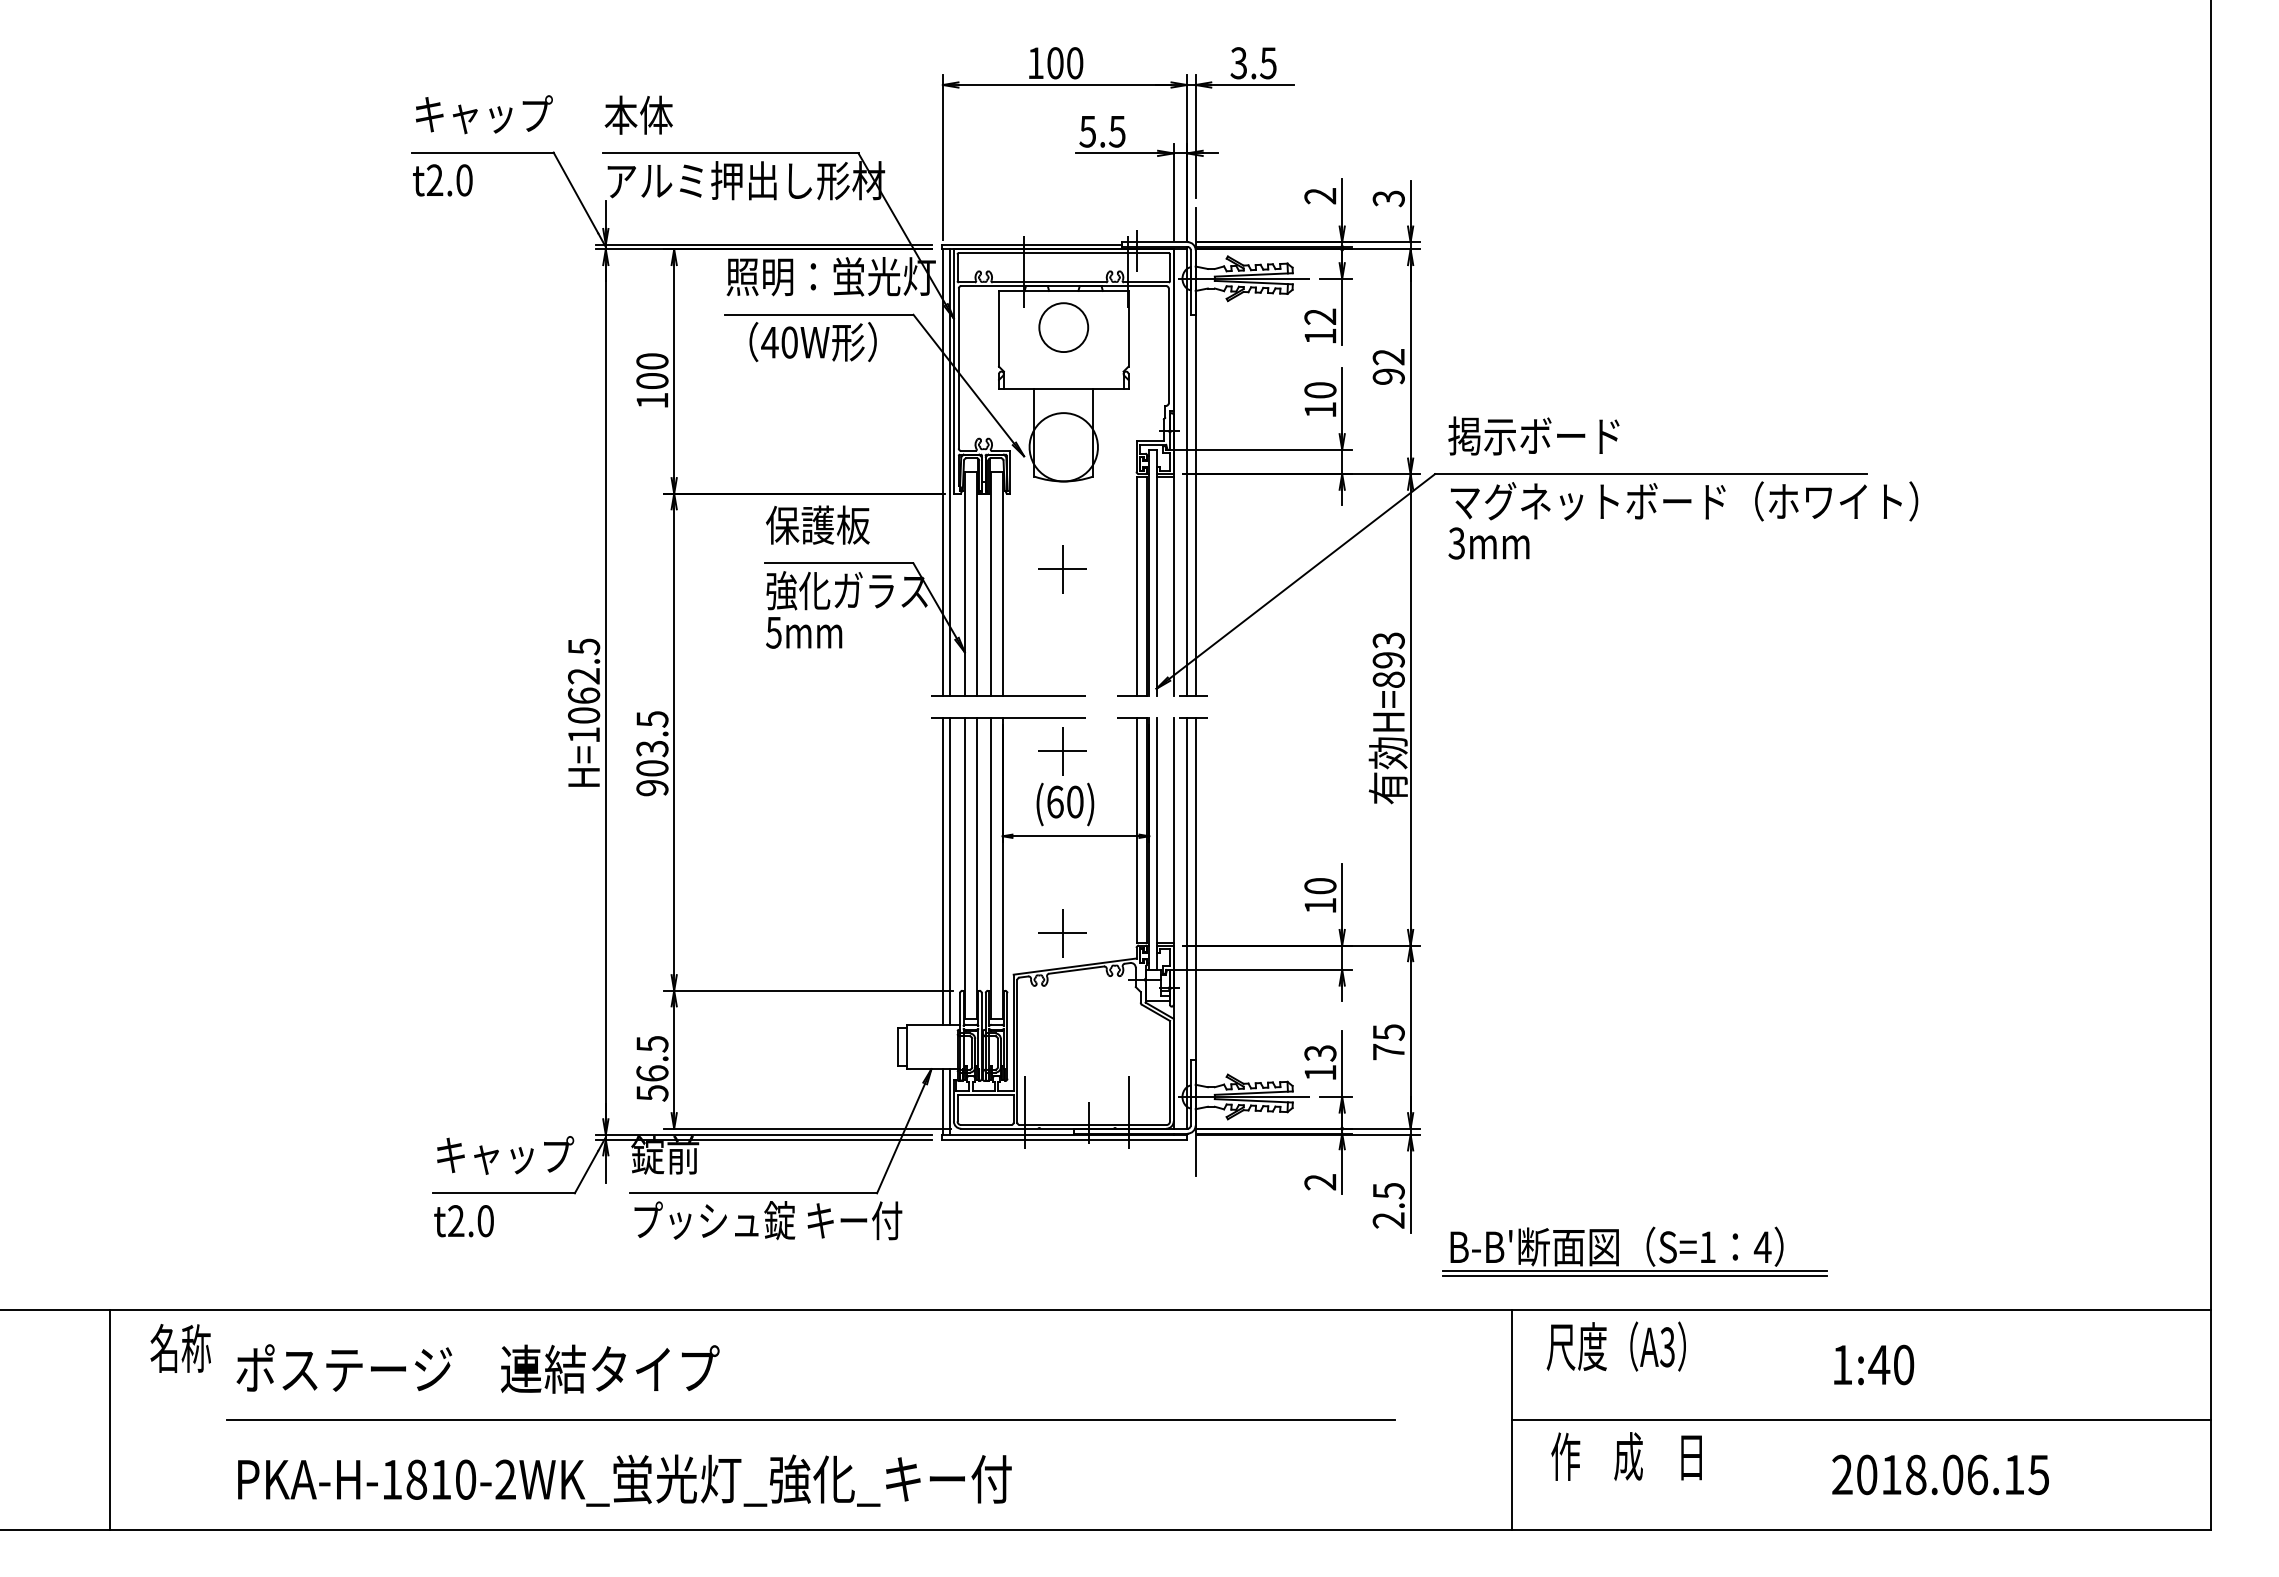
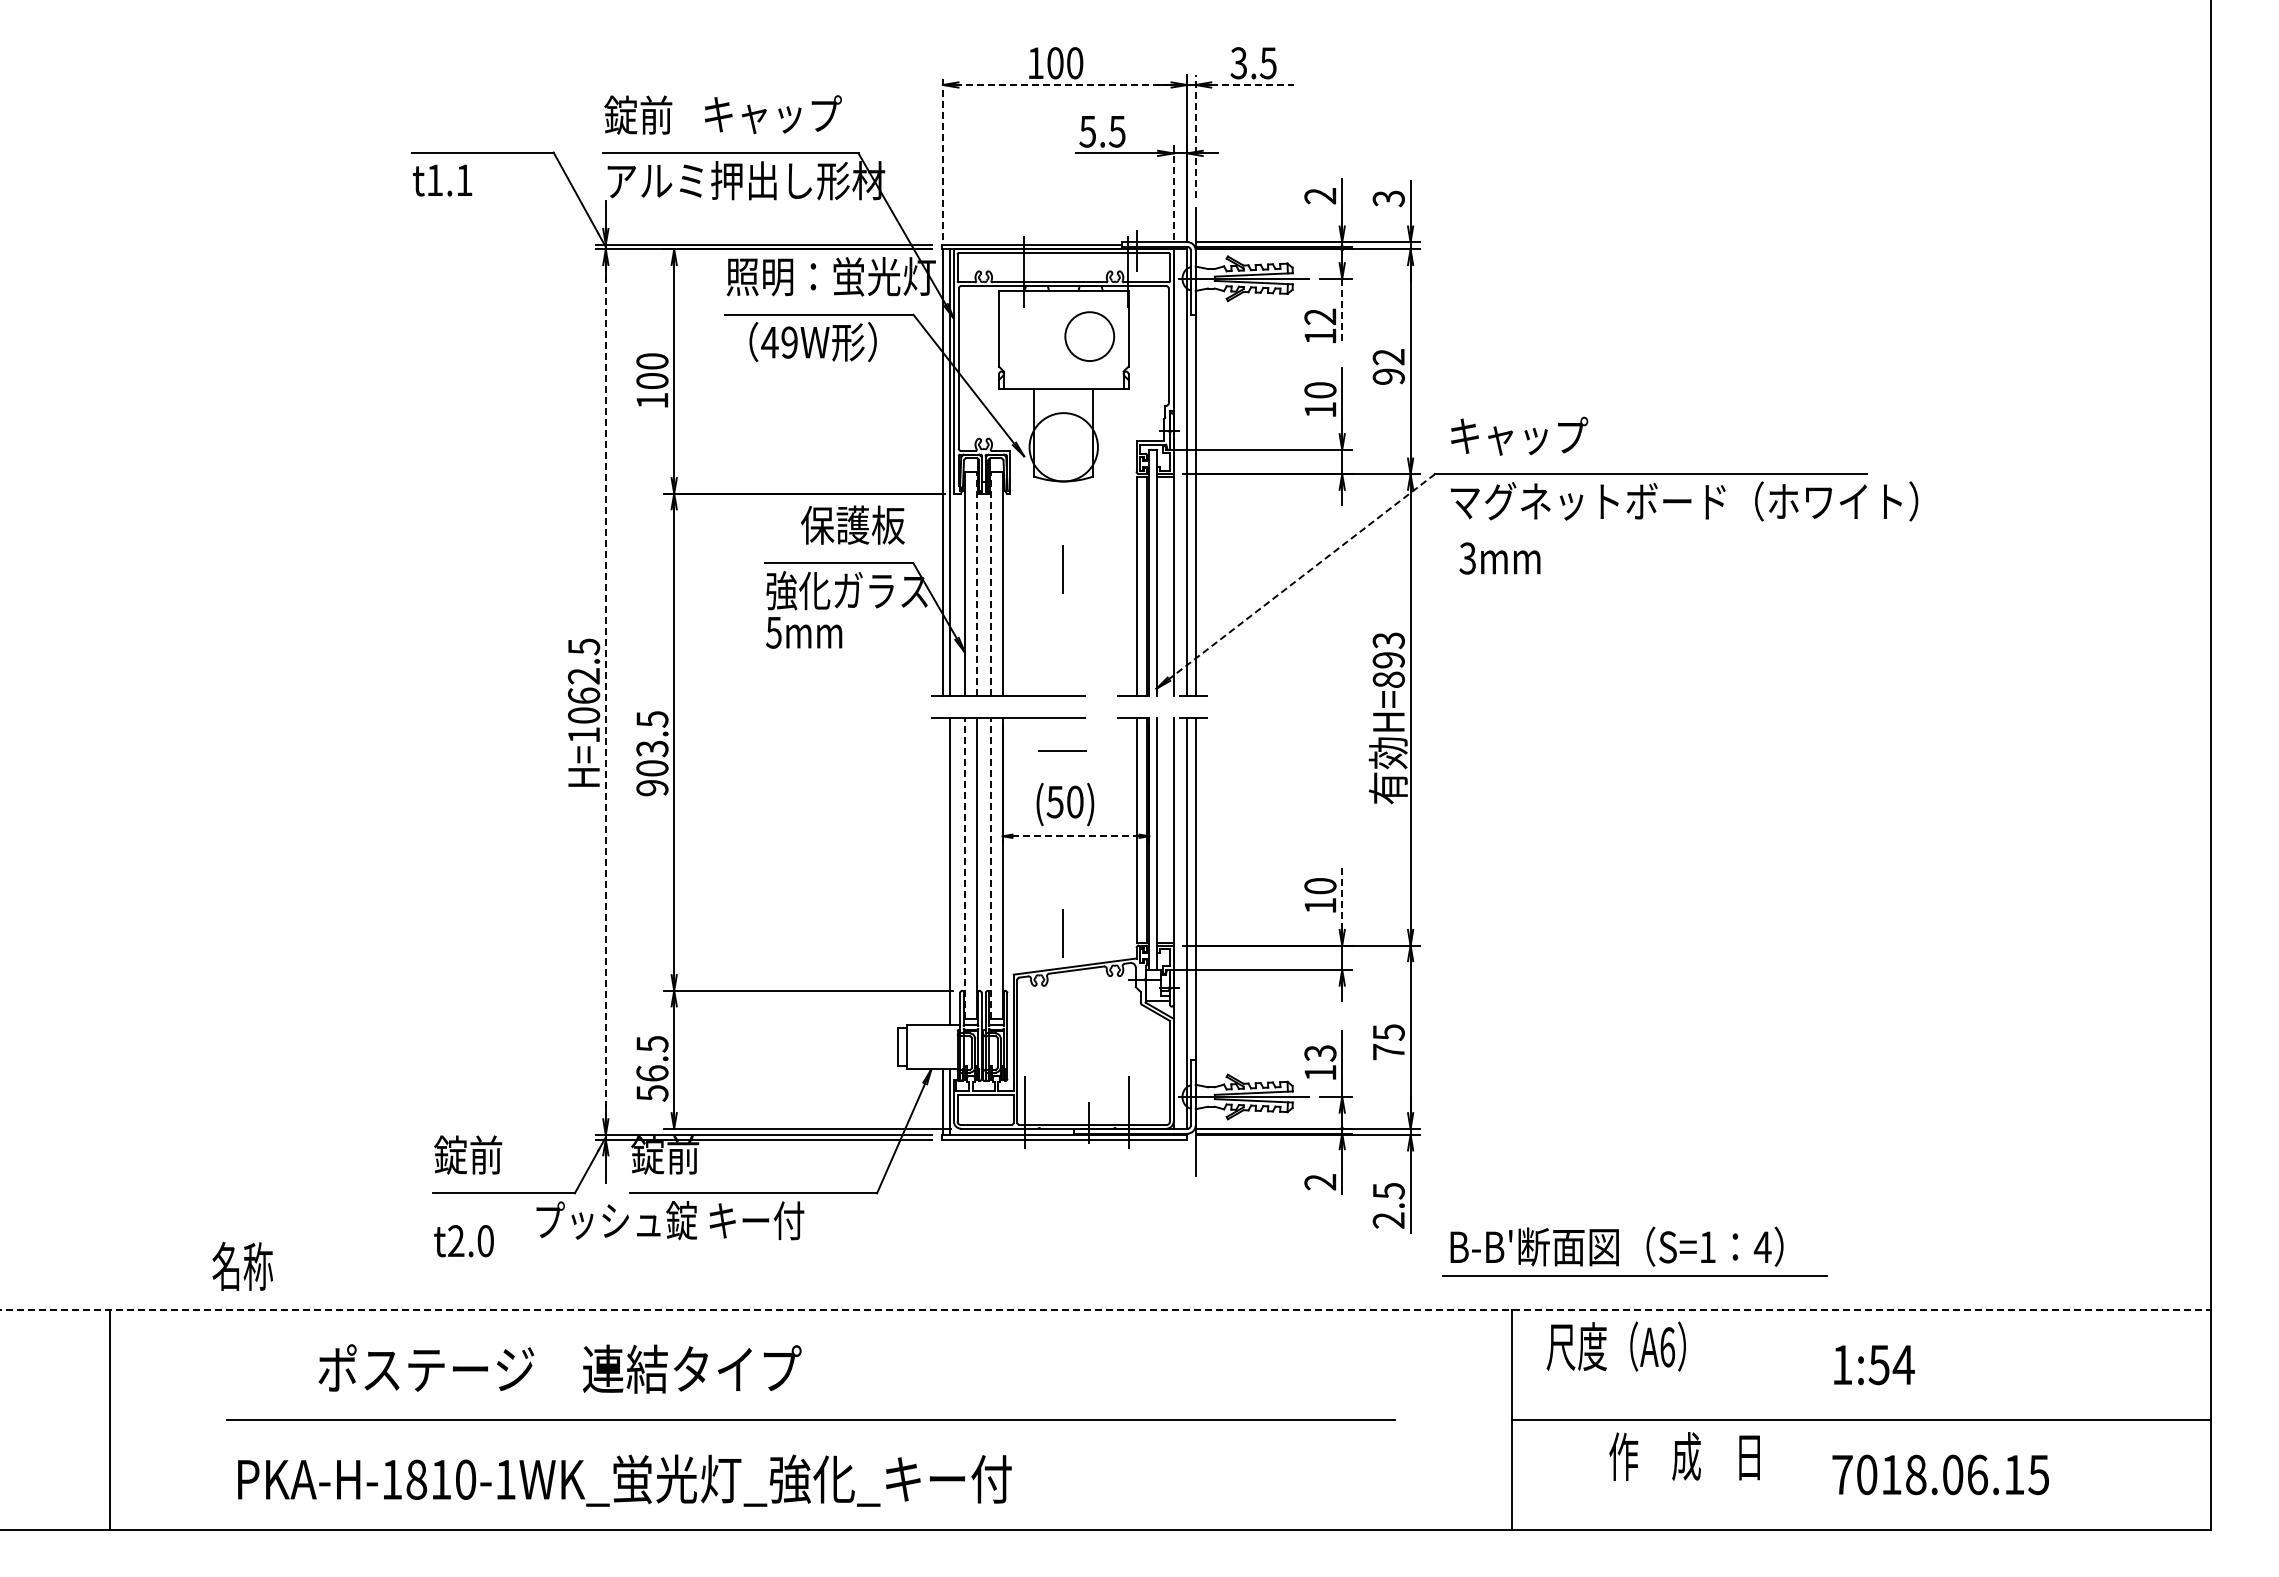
line at (1064, 85): solid -> dashed
line at (1252, 85): solid -> dashed
text at (483, 114) position: (483, 114) -> (772, 114)
text at (638, 114): 本体 -> 錠前
line at (1195, 136): solid -> dashed
line at (942, 156): solid -> dashed
text at (449, 180): t2.0 -> t1.1
line at (1173, 191): solid -> dashed
line at (1342, 312): solid -> dashed
circle at (1063, 327) position: (1063, 327) -> (1089, 336)
text at (789, 342): 40W -> 49W
text at (1533, 435): 掲示ボード -> キャップ
text at (817, 524) position: (817, 524) -> (852, 524)
text at (1488, 543) position: (1488, 543) -> (1499, 558)
line at (1062, 569): present -> none
line at (1302, 576): solid -> dashed
line at (977, 583): solid -> dashed
line at (990, 583): solid -> dashed
line at (605, 691): solid -> dashed
line at (1062, 750): present -> none
text at (1054, 801): (60) -> (50)
line at (1075, 836): solid -> dashed
line at (964, 868): solid -> dashed
line at (990, 868): solid -> dashed
line at (942, 871): present -> none
line at (1342, 896): solid -> dashed
line at (1062, 933): present -> none
text at (504, 1154): キャップ -> 錠前
text at (768, 1220) position: (768, 1220) -> (670, 1220)
text at (463, 1221) position: (463, 1221) -> (463, 1241)
line at (1634, 1271): present -> none
line at (1105, 1310): solid -> dashed
text at (1667, 1347): A3 -> A6
text at (180, 1348) position: (180, 1348) -> (242, 1266)
text at (1891, 1364): 1:40 -> 1:54
text at (477, 1368) position: (477, 1368) -> (559, 1368)
text at (1626, 1456) position: (1626, 1456) -> (1684, 1456)
text at (1842, 1474): 2018.06.15 -> 7018.06.15
text at (505, 1479): PKA-H-1810-2WK_ -> PKA-H-1810-1WK_
